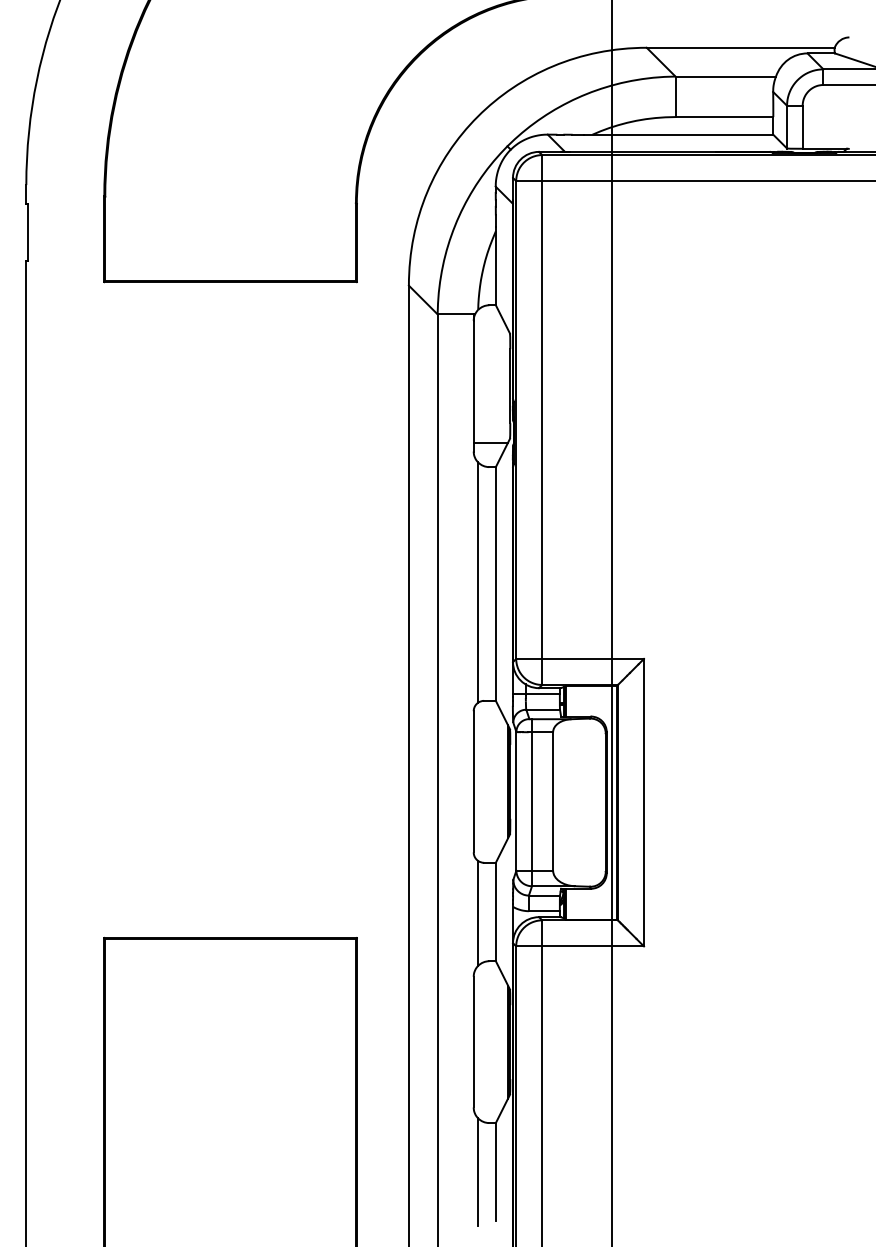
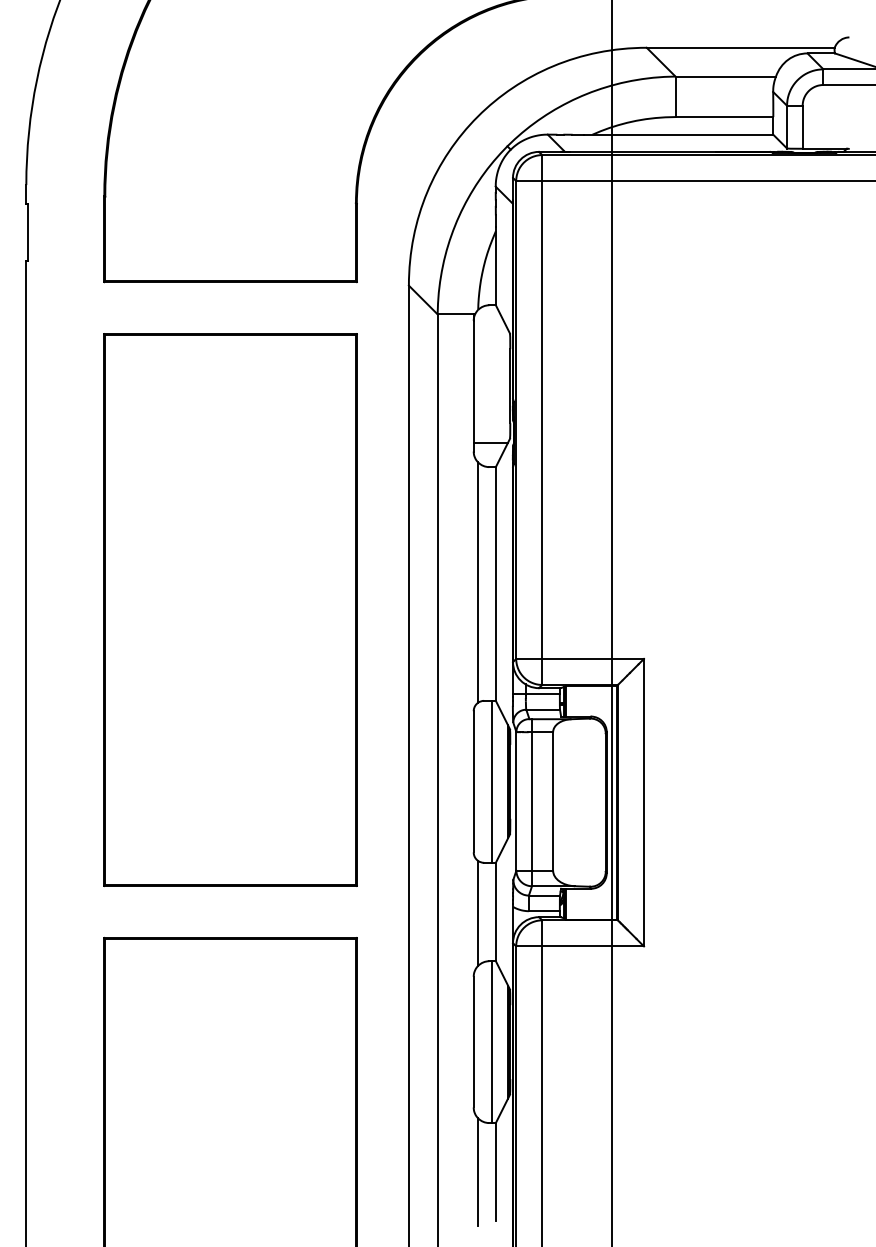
part at (230, 609): none -> present
line at (492, 781): none -> present
line at (492, 1042): none -> present
